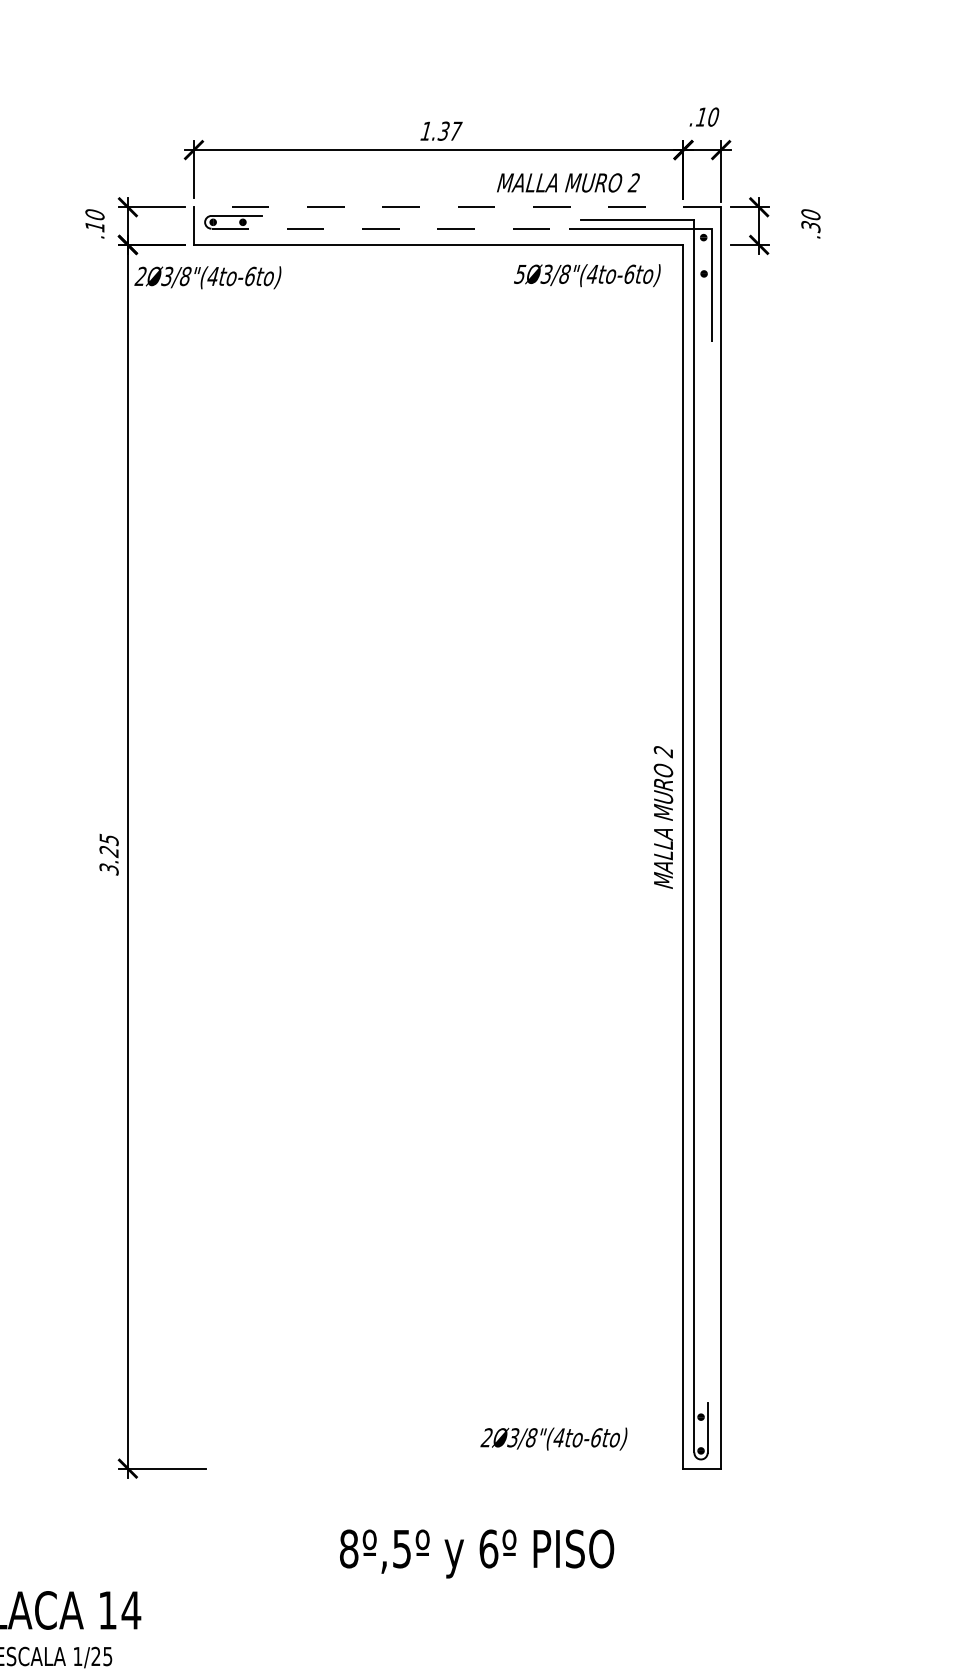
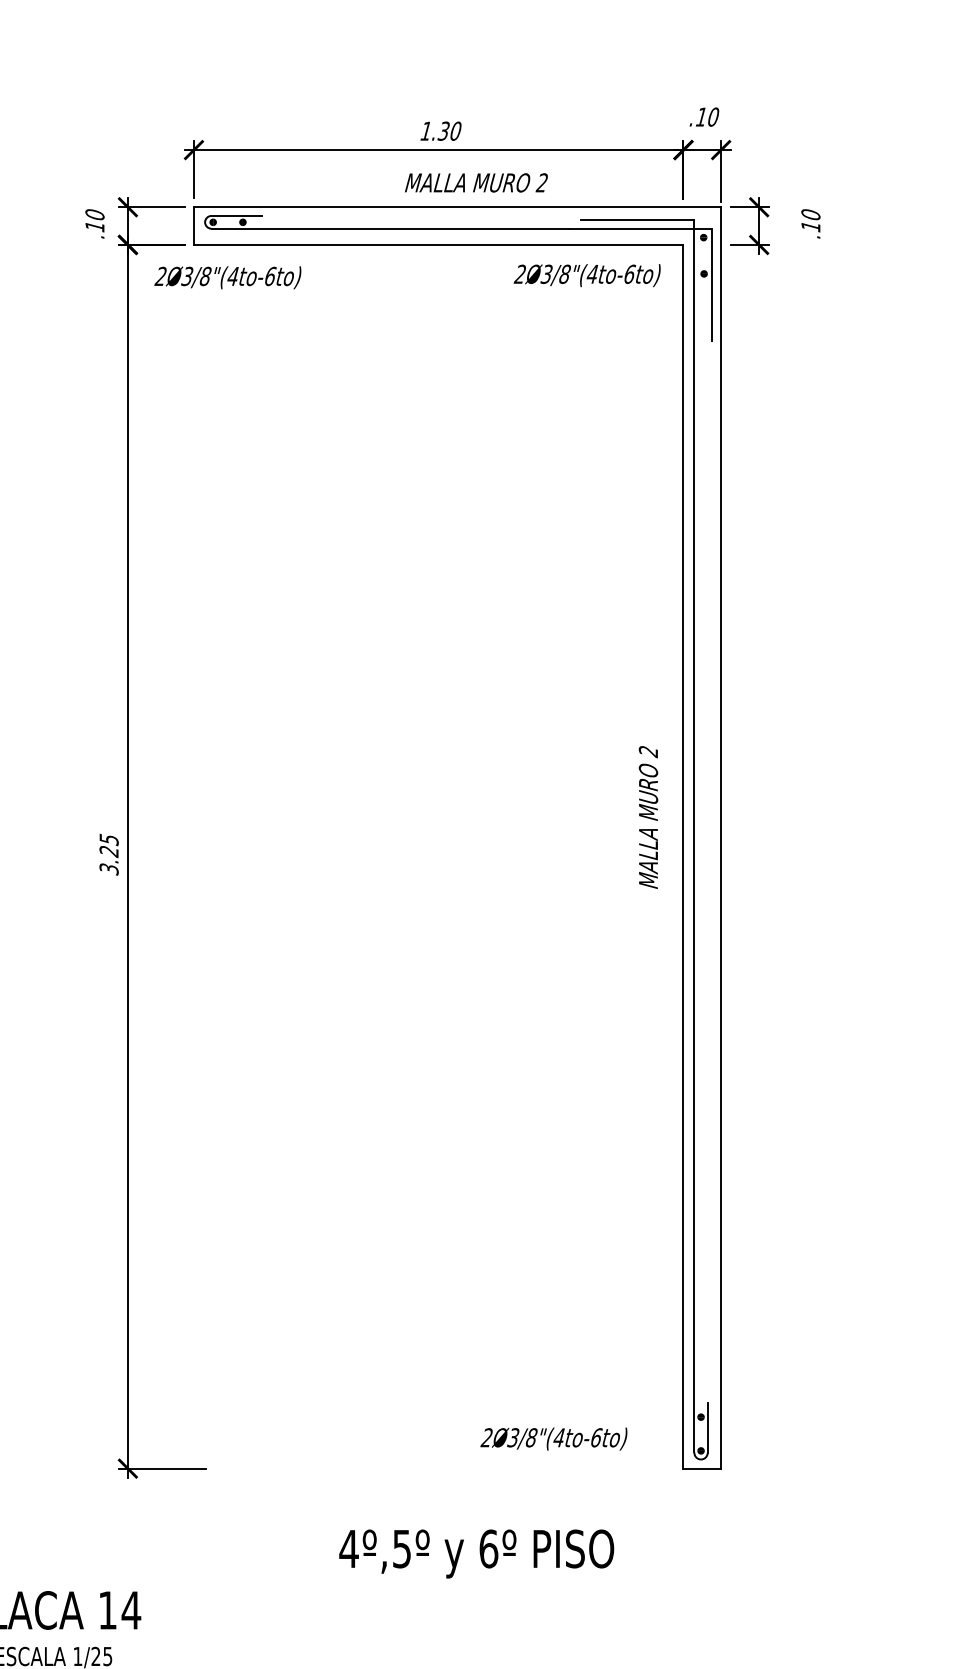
text at (456, 130): 1.37 -> 1.30
text at (568, 182) position: (568, 182) -> (476, 182)
line at (457, 207): dashed -> solid
text at (810, 227): .30 -> .10
line at (390, 228): dashed -> solid
text at (519, 273): 5Ø3/8"(4to-6to) -> 2Ø3/8"(4to-6to)
text at (207, 277) position: (207, 277) -> (227, 277)
text at (663, 817) position: (663, 817) -> (648, 817)
text at (348, 1548): 8º,5º -> 4º,5º
